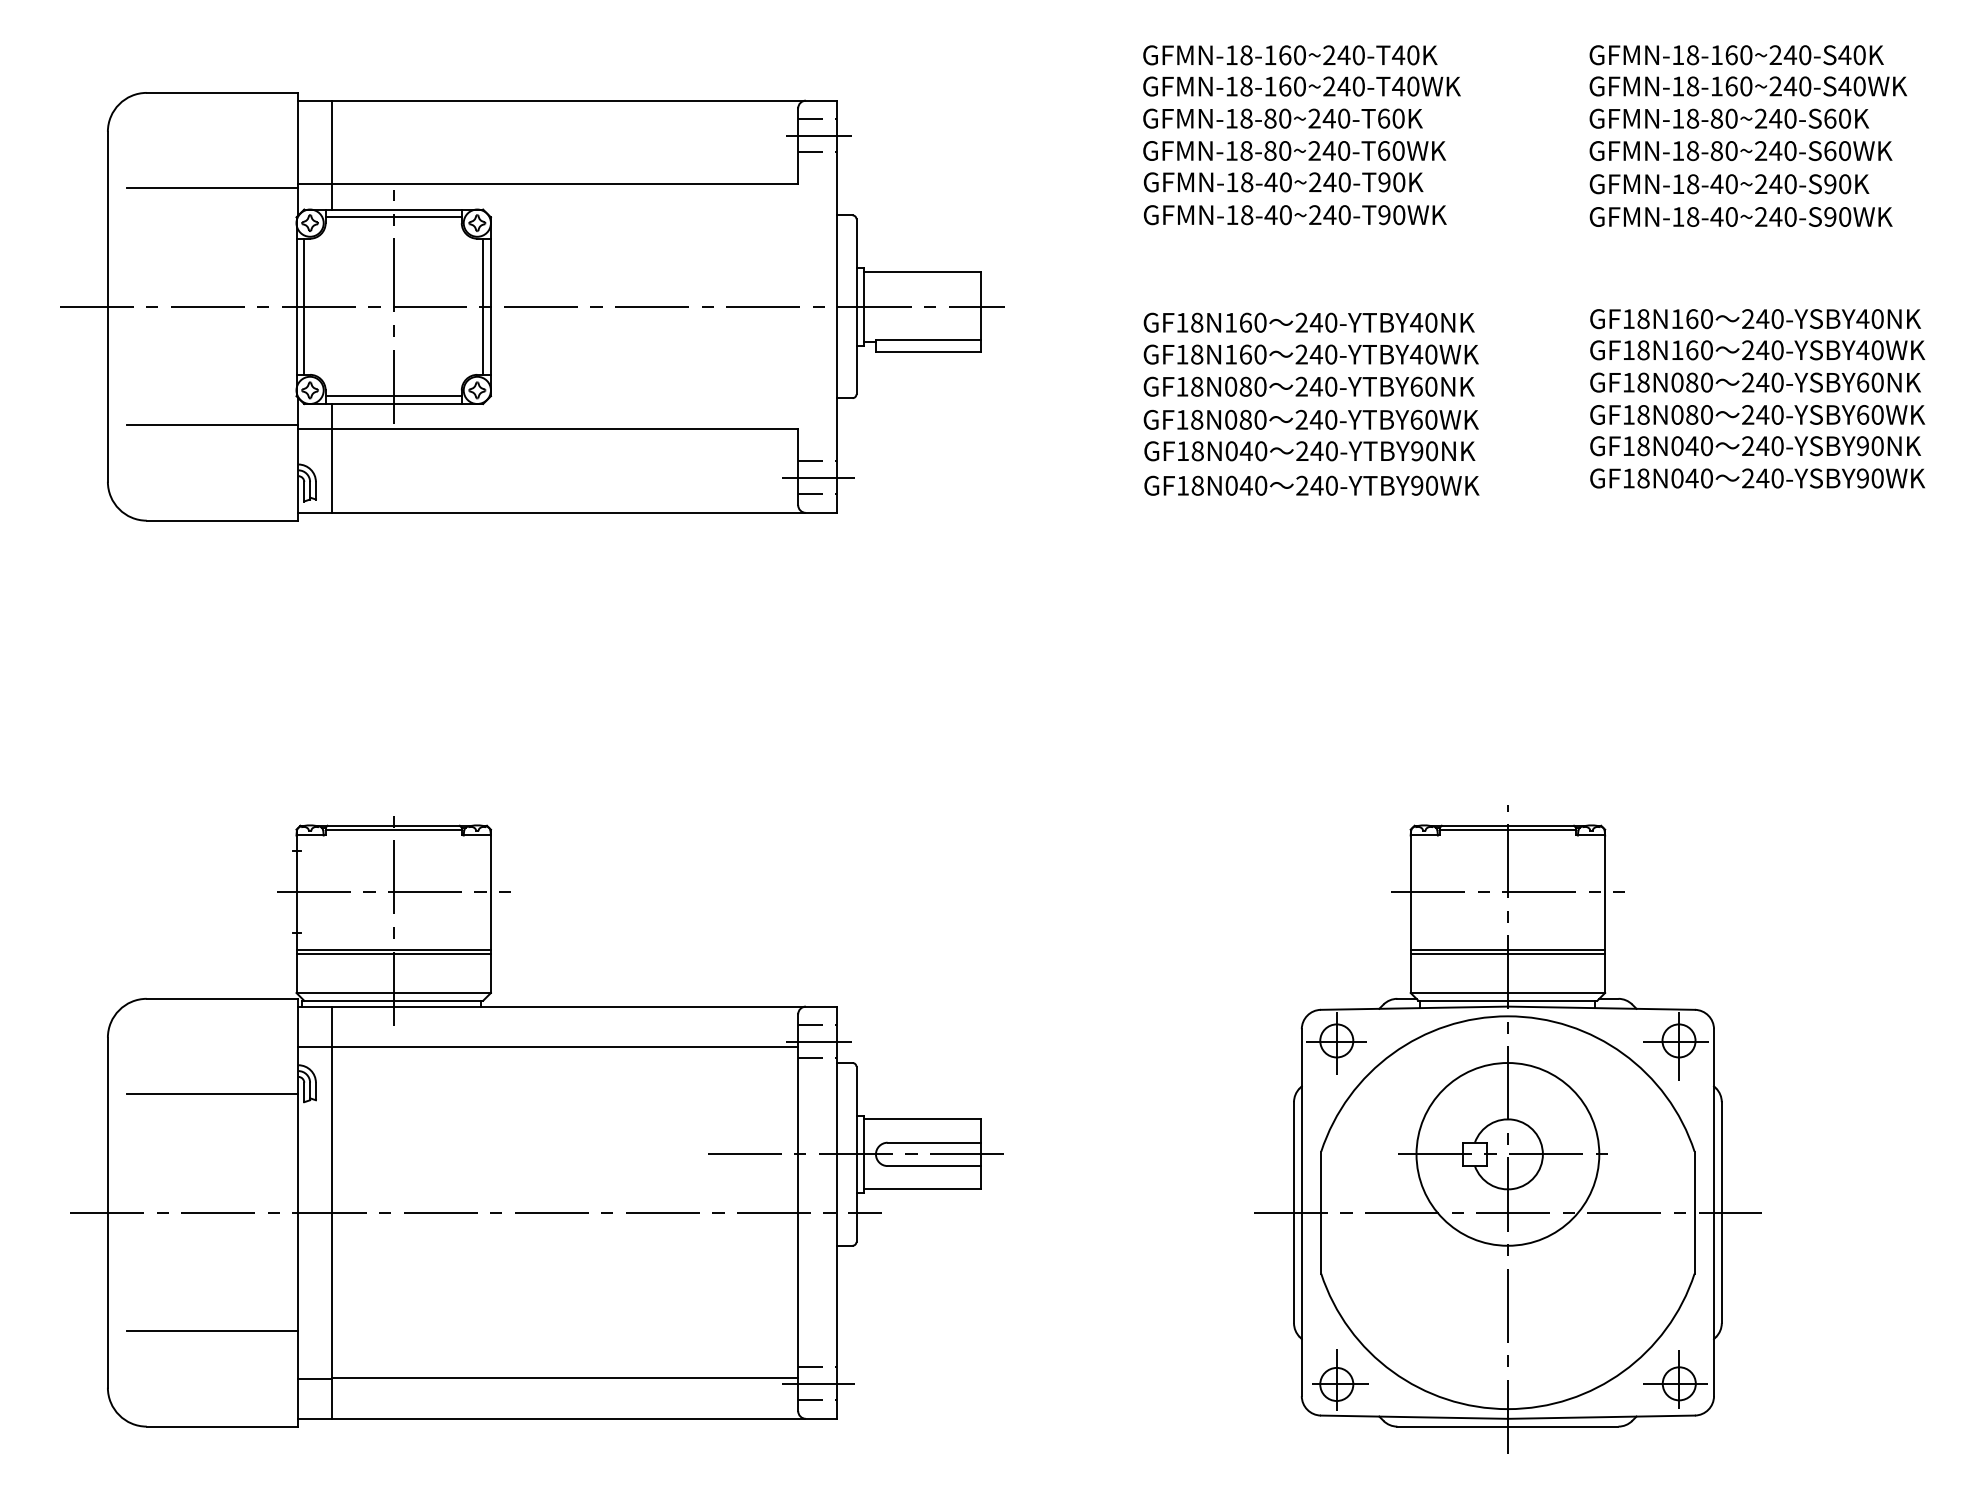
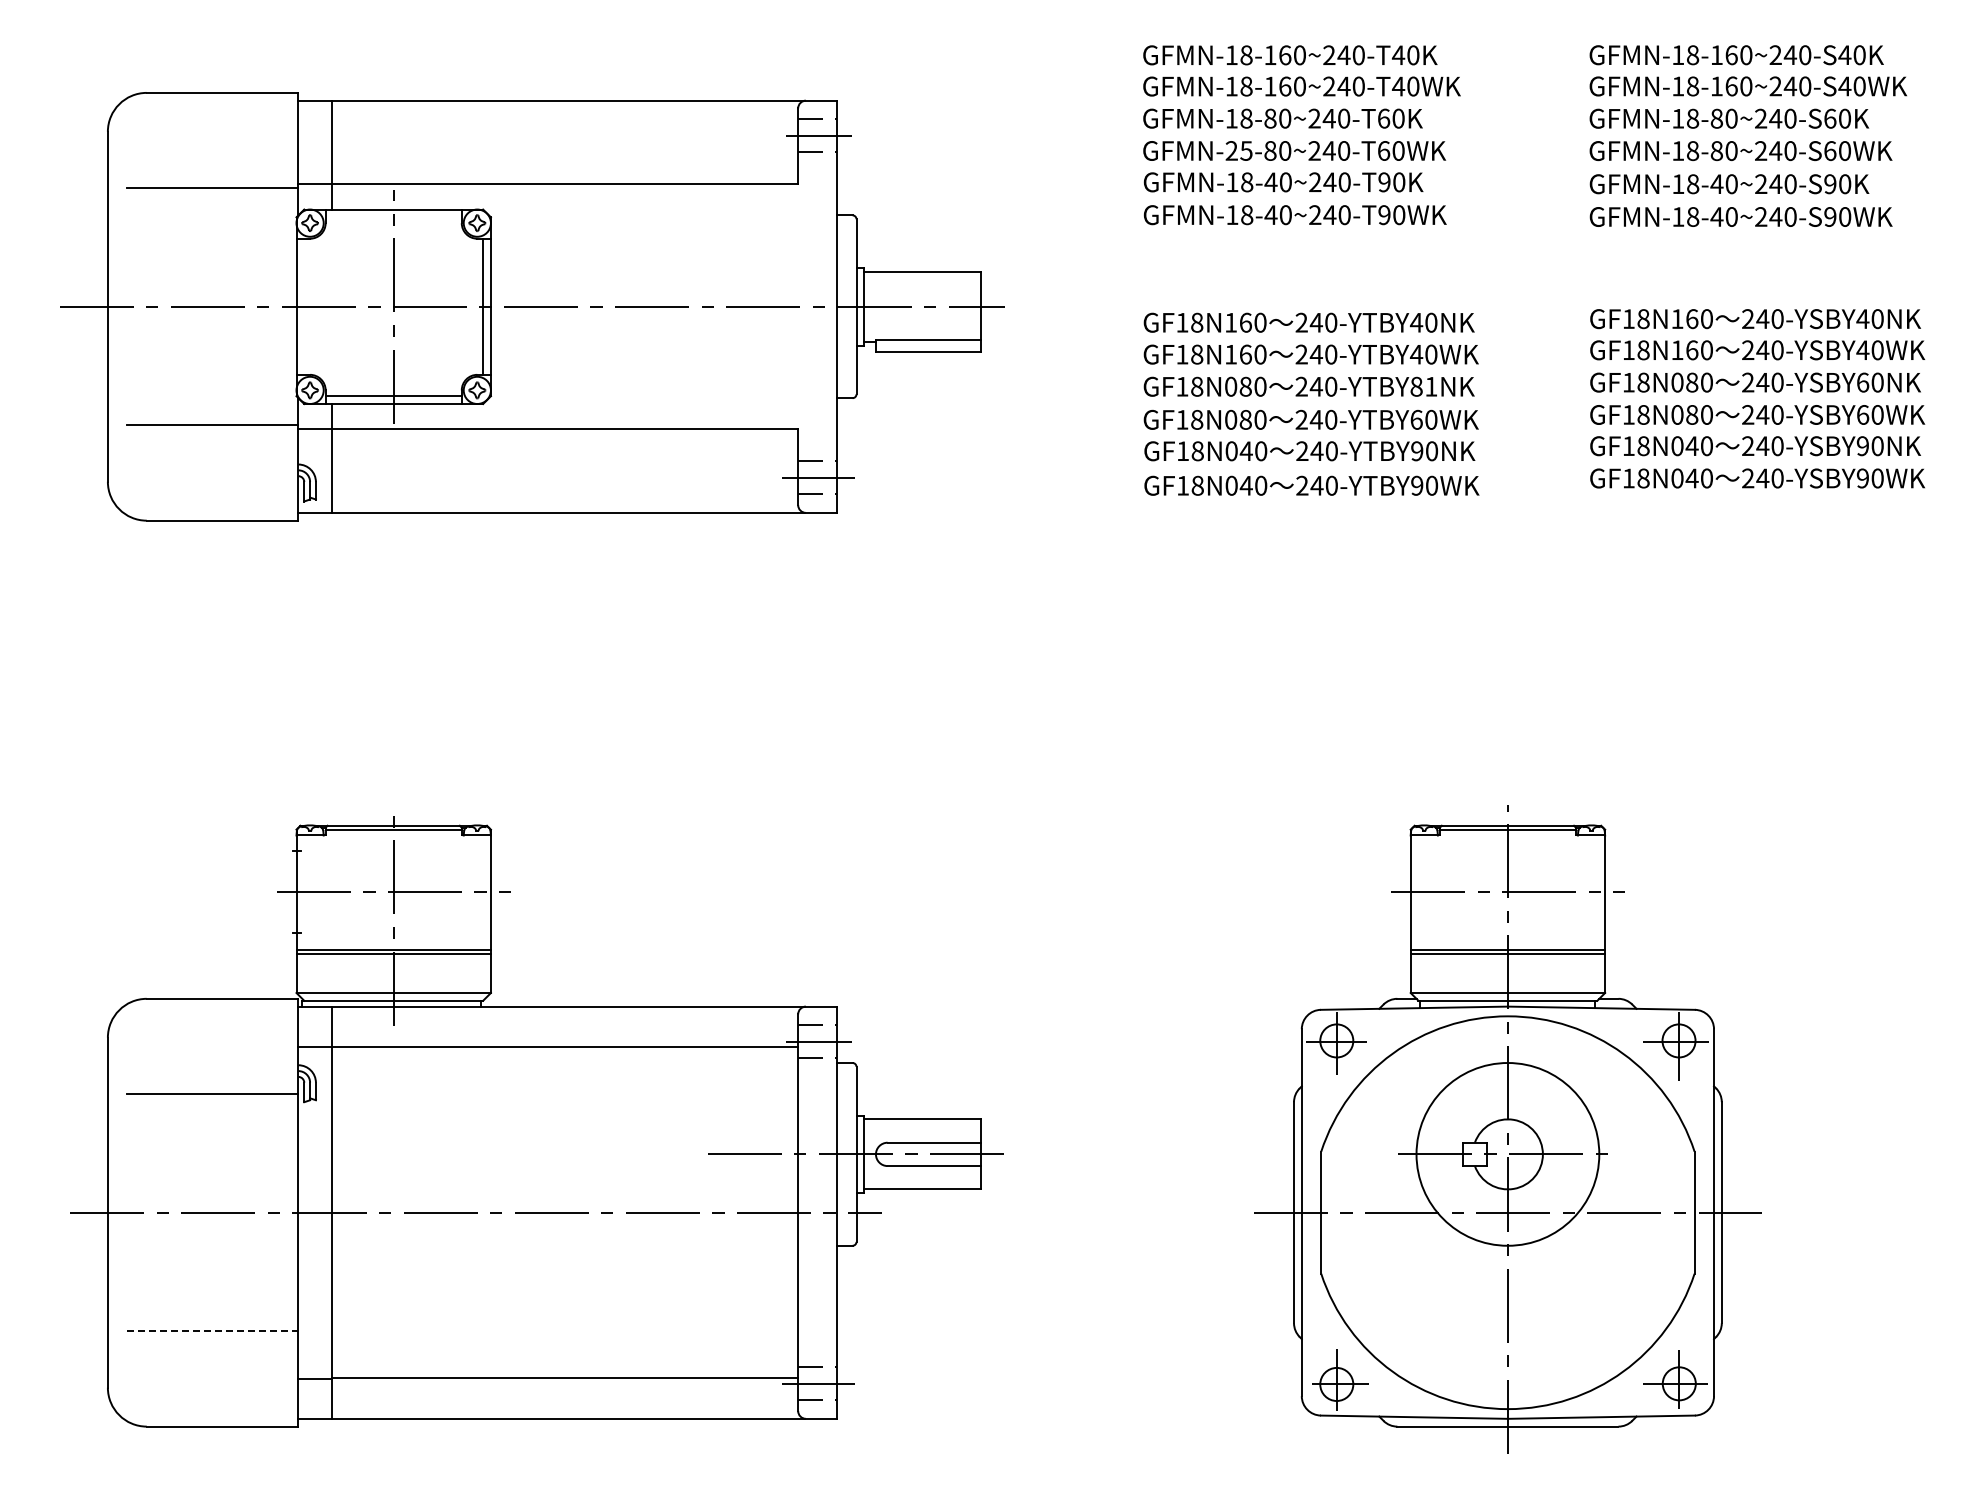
text at (1238, 150): GFMN-18-80~240-T60WK -> GFMN-25-80~240-T60WK
line at (393, 217): present -> none
line at (304, 306): present -> none
text at (1423, 386): 240-YTBY60NK -> 240-YTBY81NK
line at (212, 1331): solid -> dashed
